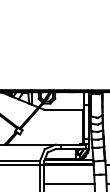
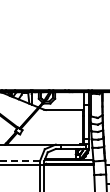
line at (20, 160): solid -> dashed
line at (69, 184): present -> none
